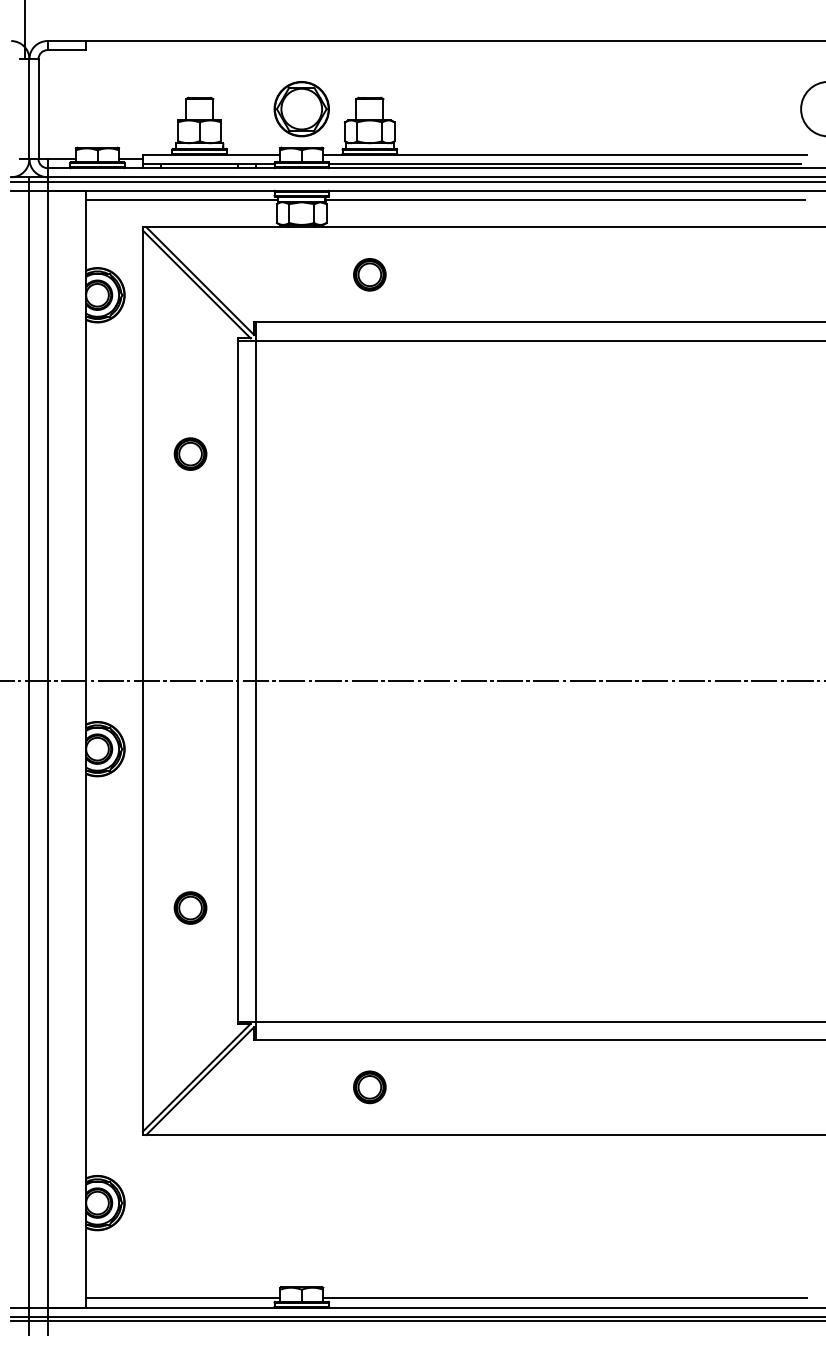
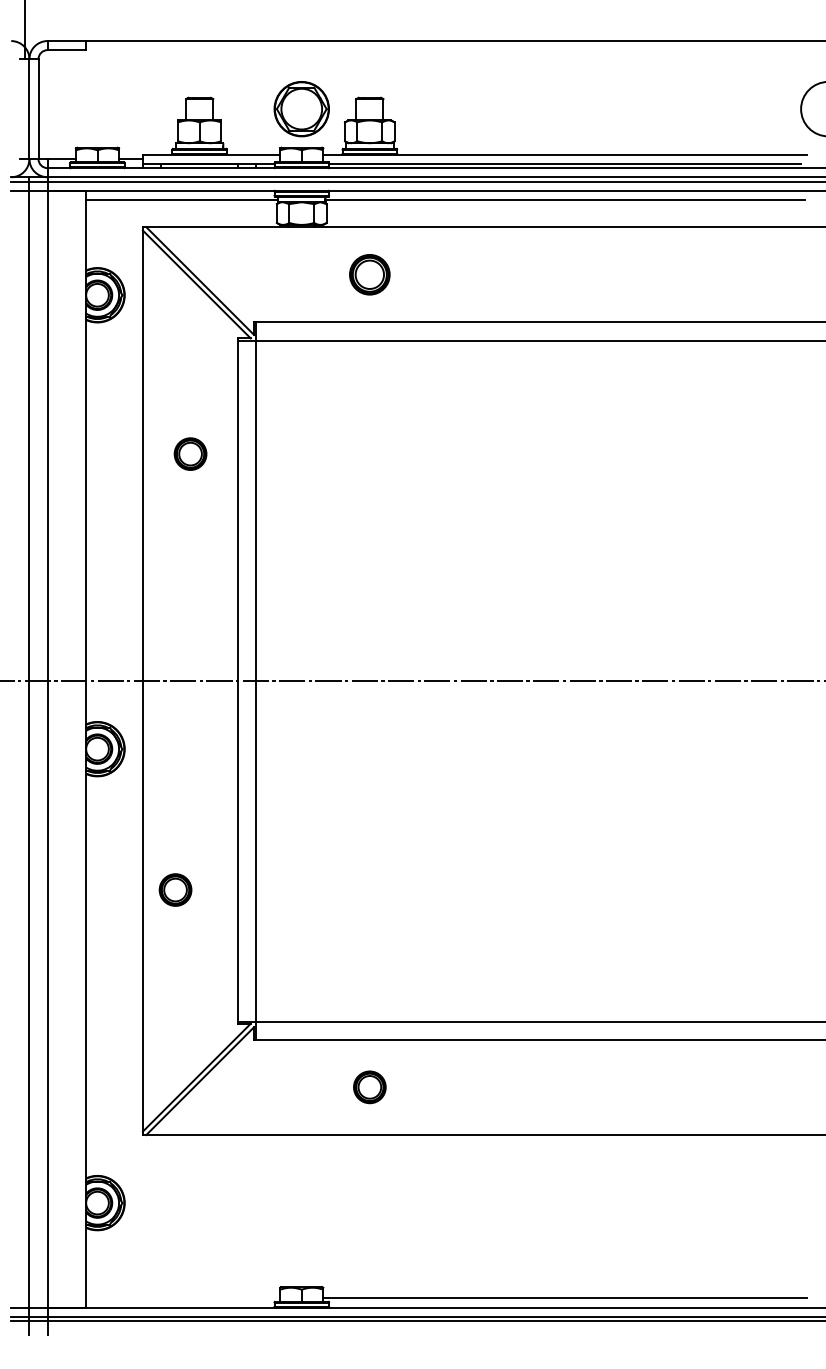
part at (369, 274) size: 34x34 px -> 42x42 px
part at (190, 907) position: (190, 907) -> (175, 889)
line at (183, 1298): present -> none
